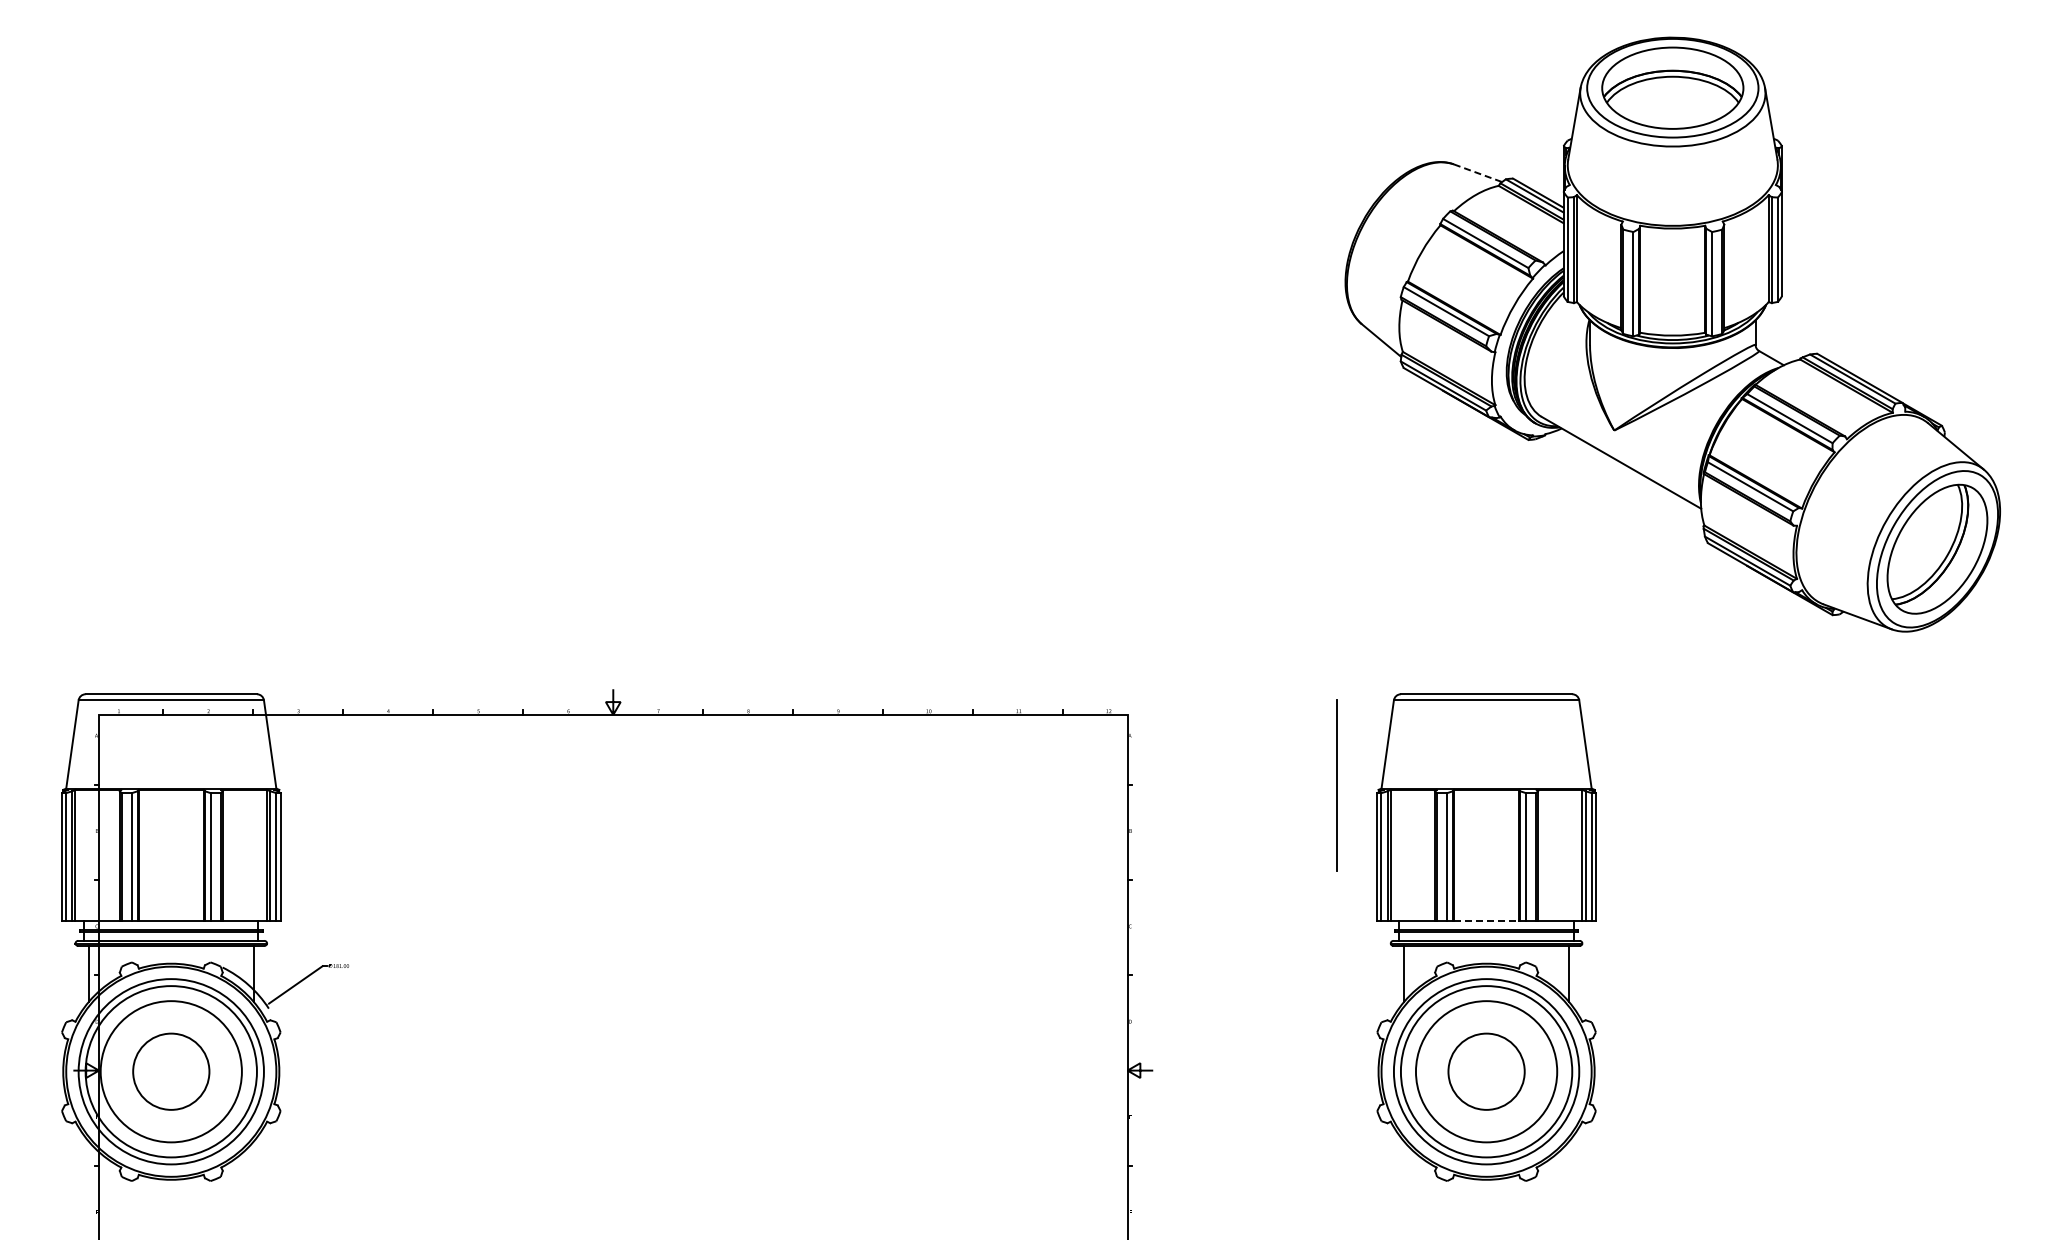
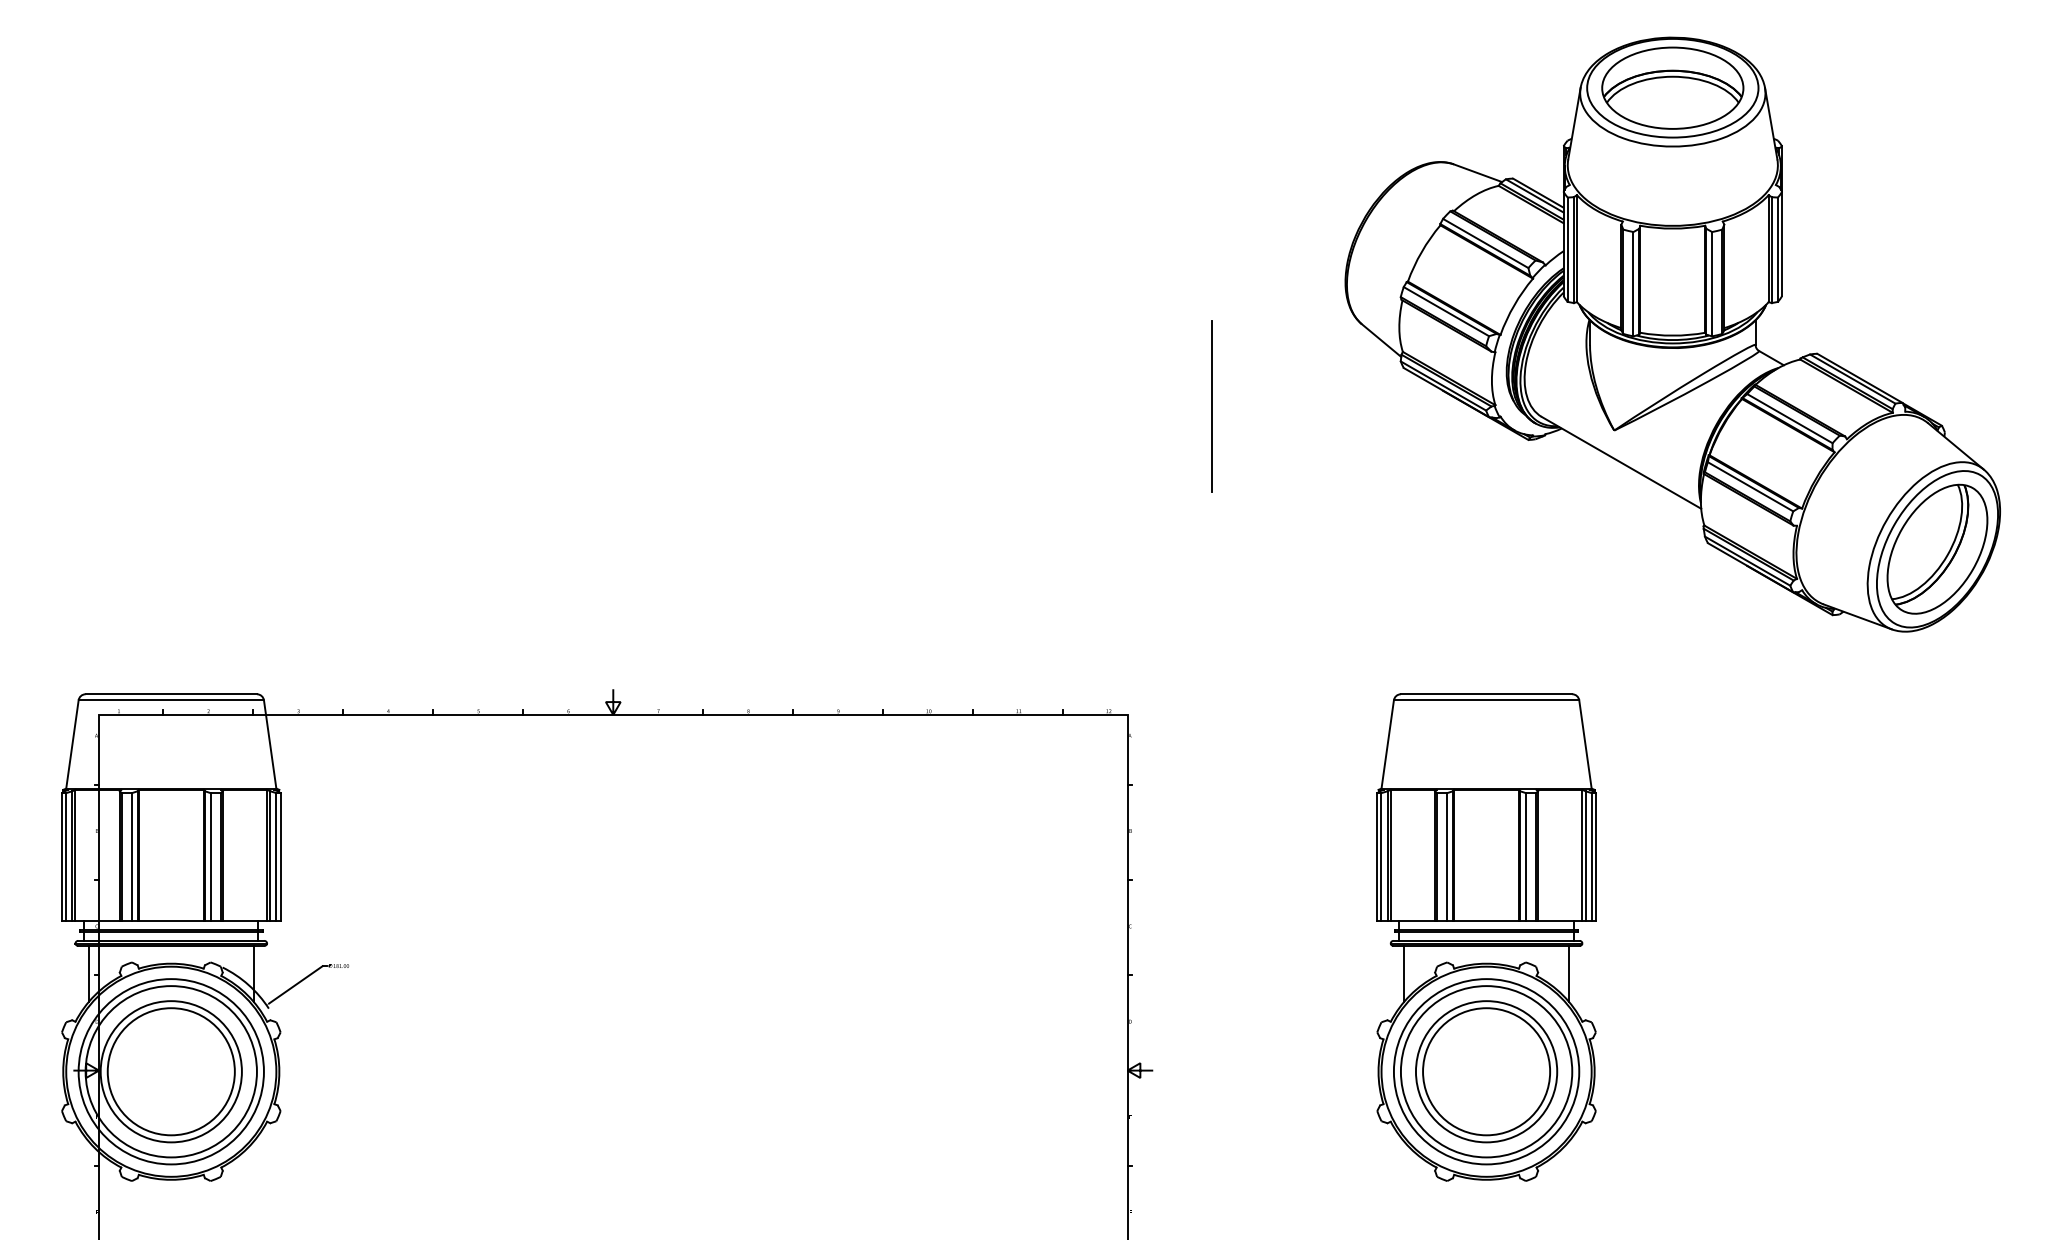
line at (1478, 173): dashed -> solid
line at (1336, 785) position: (1336, 785) -> (1211, 406)
line at (1487, 920): dashed -> solid
circle at (171, 1071) diameter: 76 px -> 127 px
circle at (1486, 1071) diameter: 76 px -> 127 px
